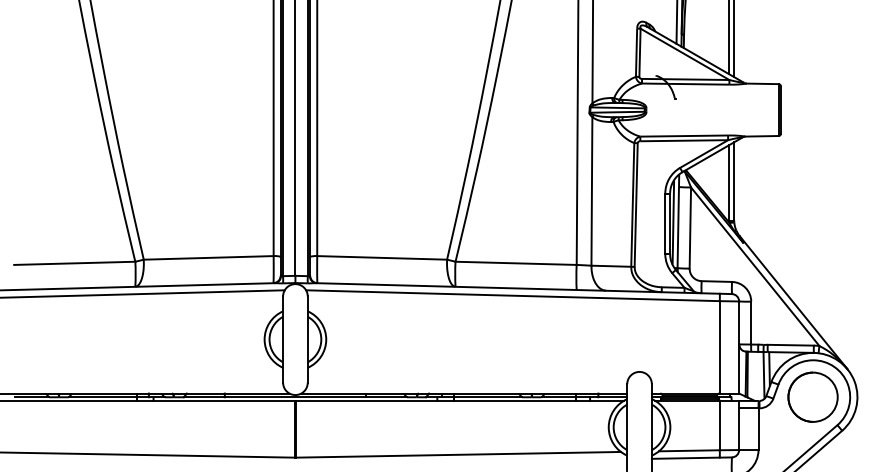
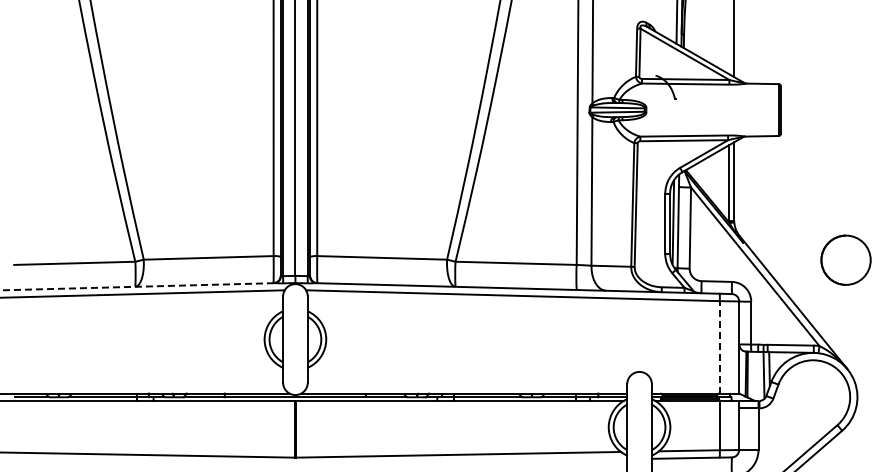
line at (729, 38): present -> none
line at (137, 286): solid -> dashed
line at (719, 346): solid -> dashed
circle at (812, 396) position: (812, 396) -> (845, 259)
